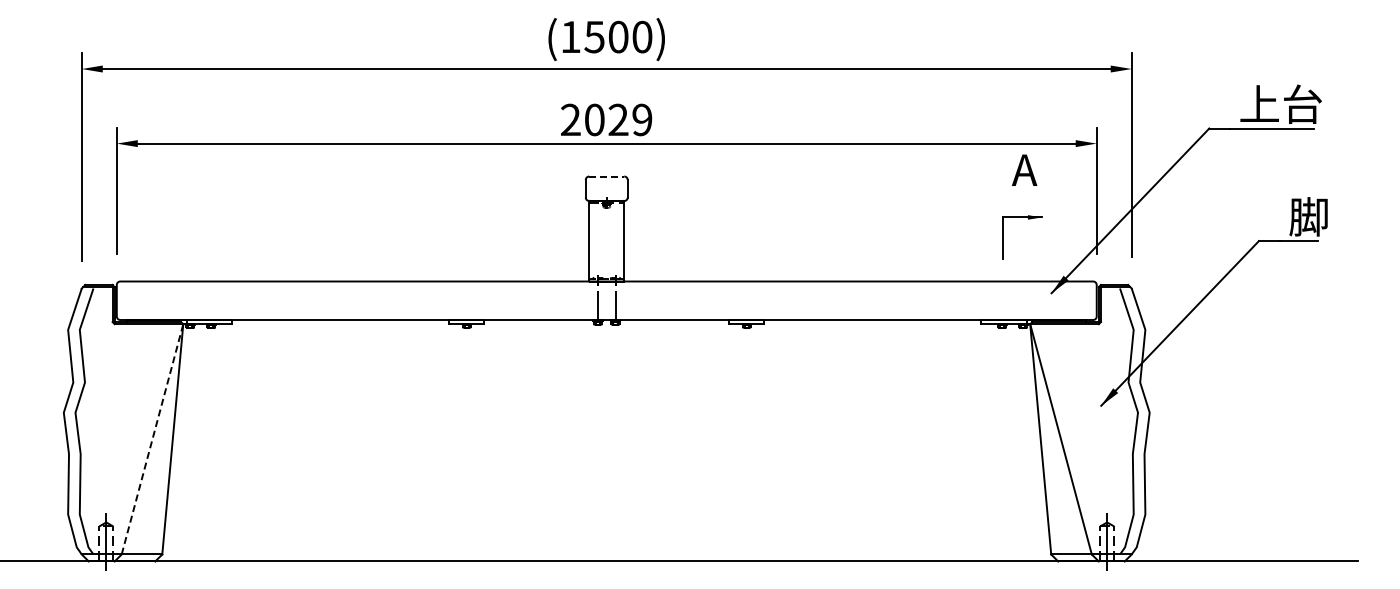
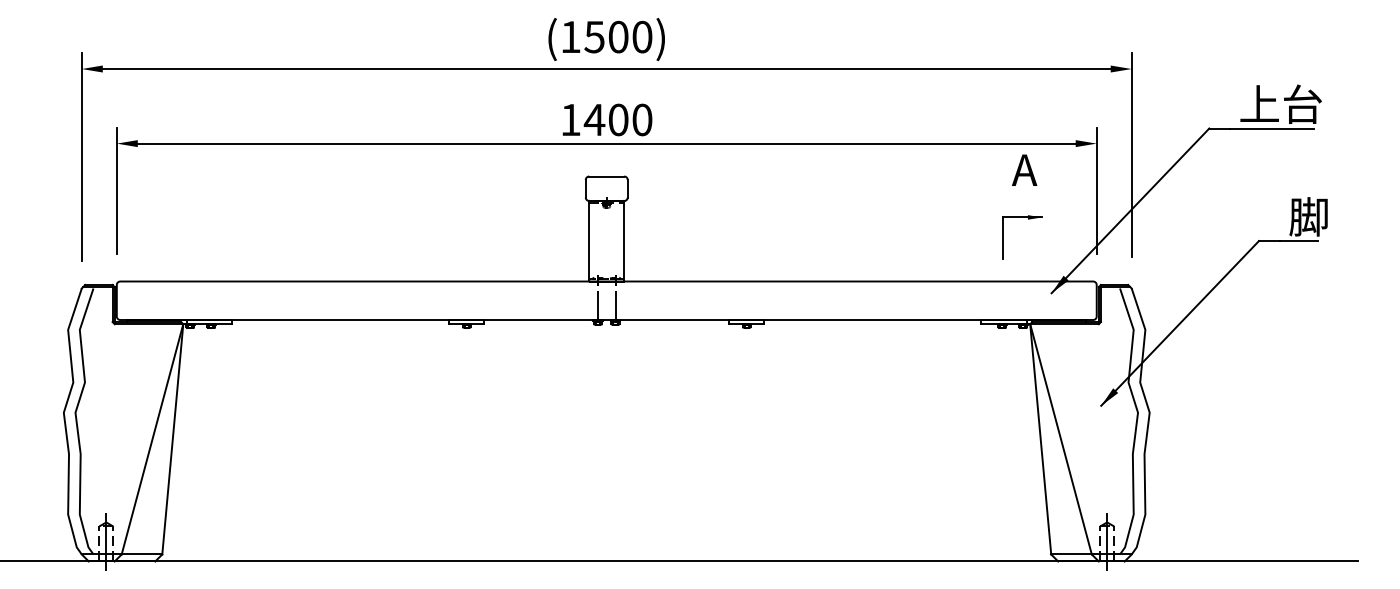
text at (606, 119): 2029 -> 1400
line at (607, 176): dashed -> solid
line at (152, 438): dashed -> solid
